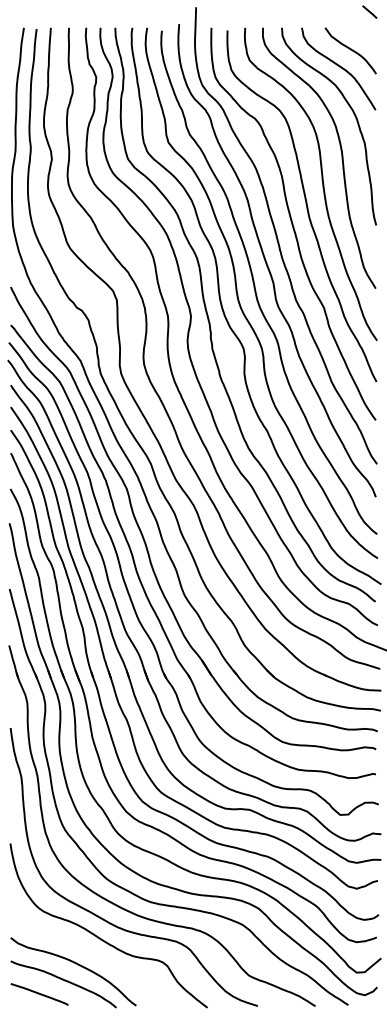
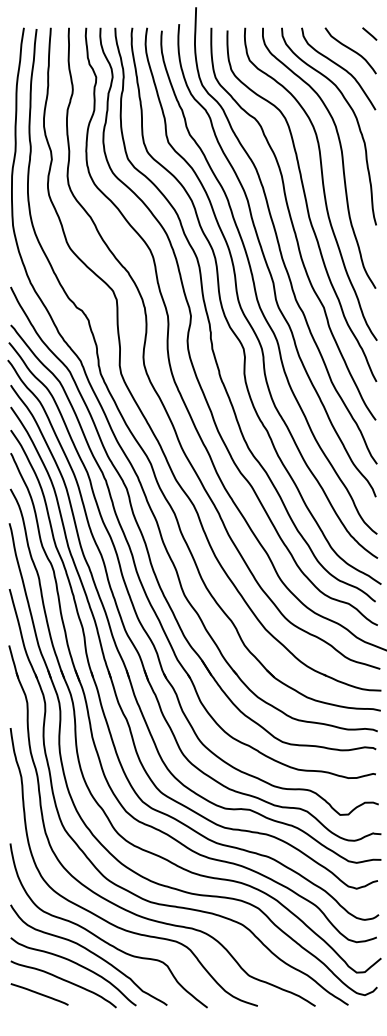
line at (369, 11) position: (369, 11) -> (369, 33)
curve at (89, 952): none -> present
